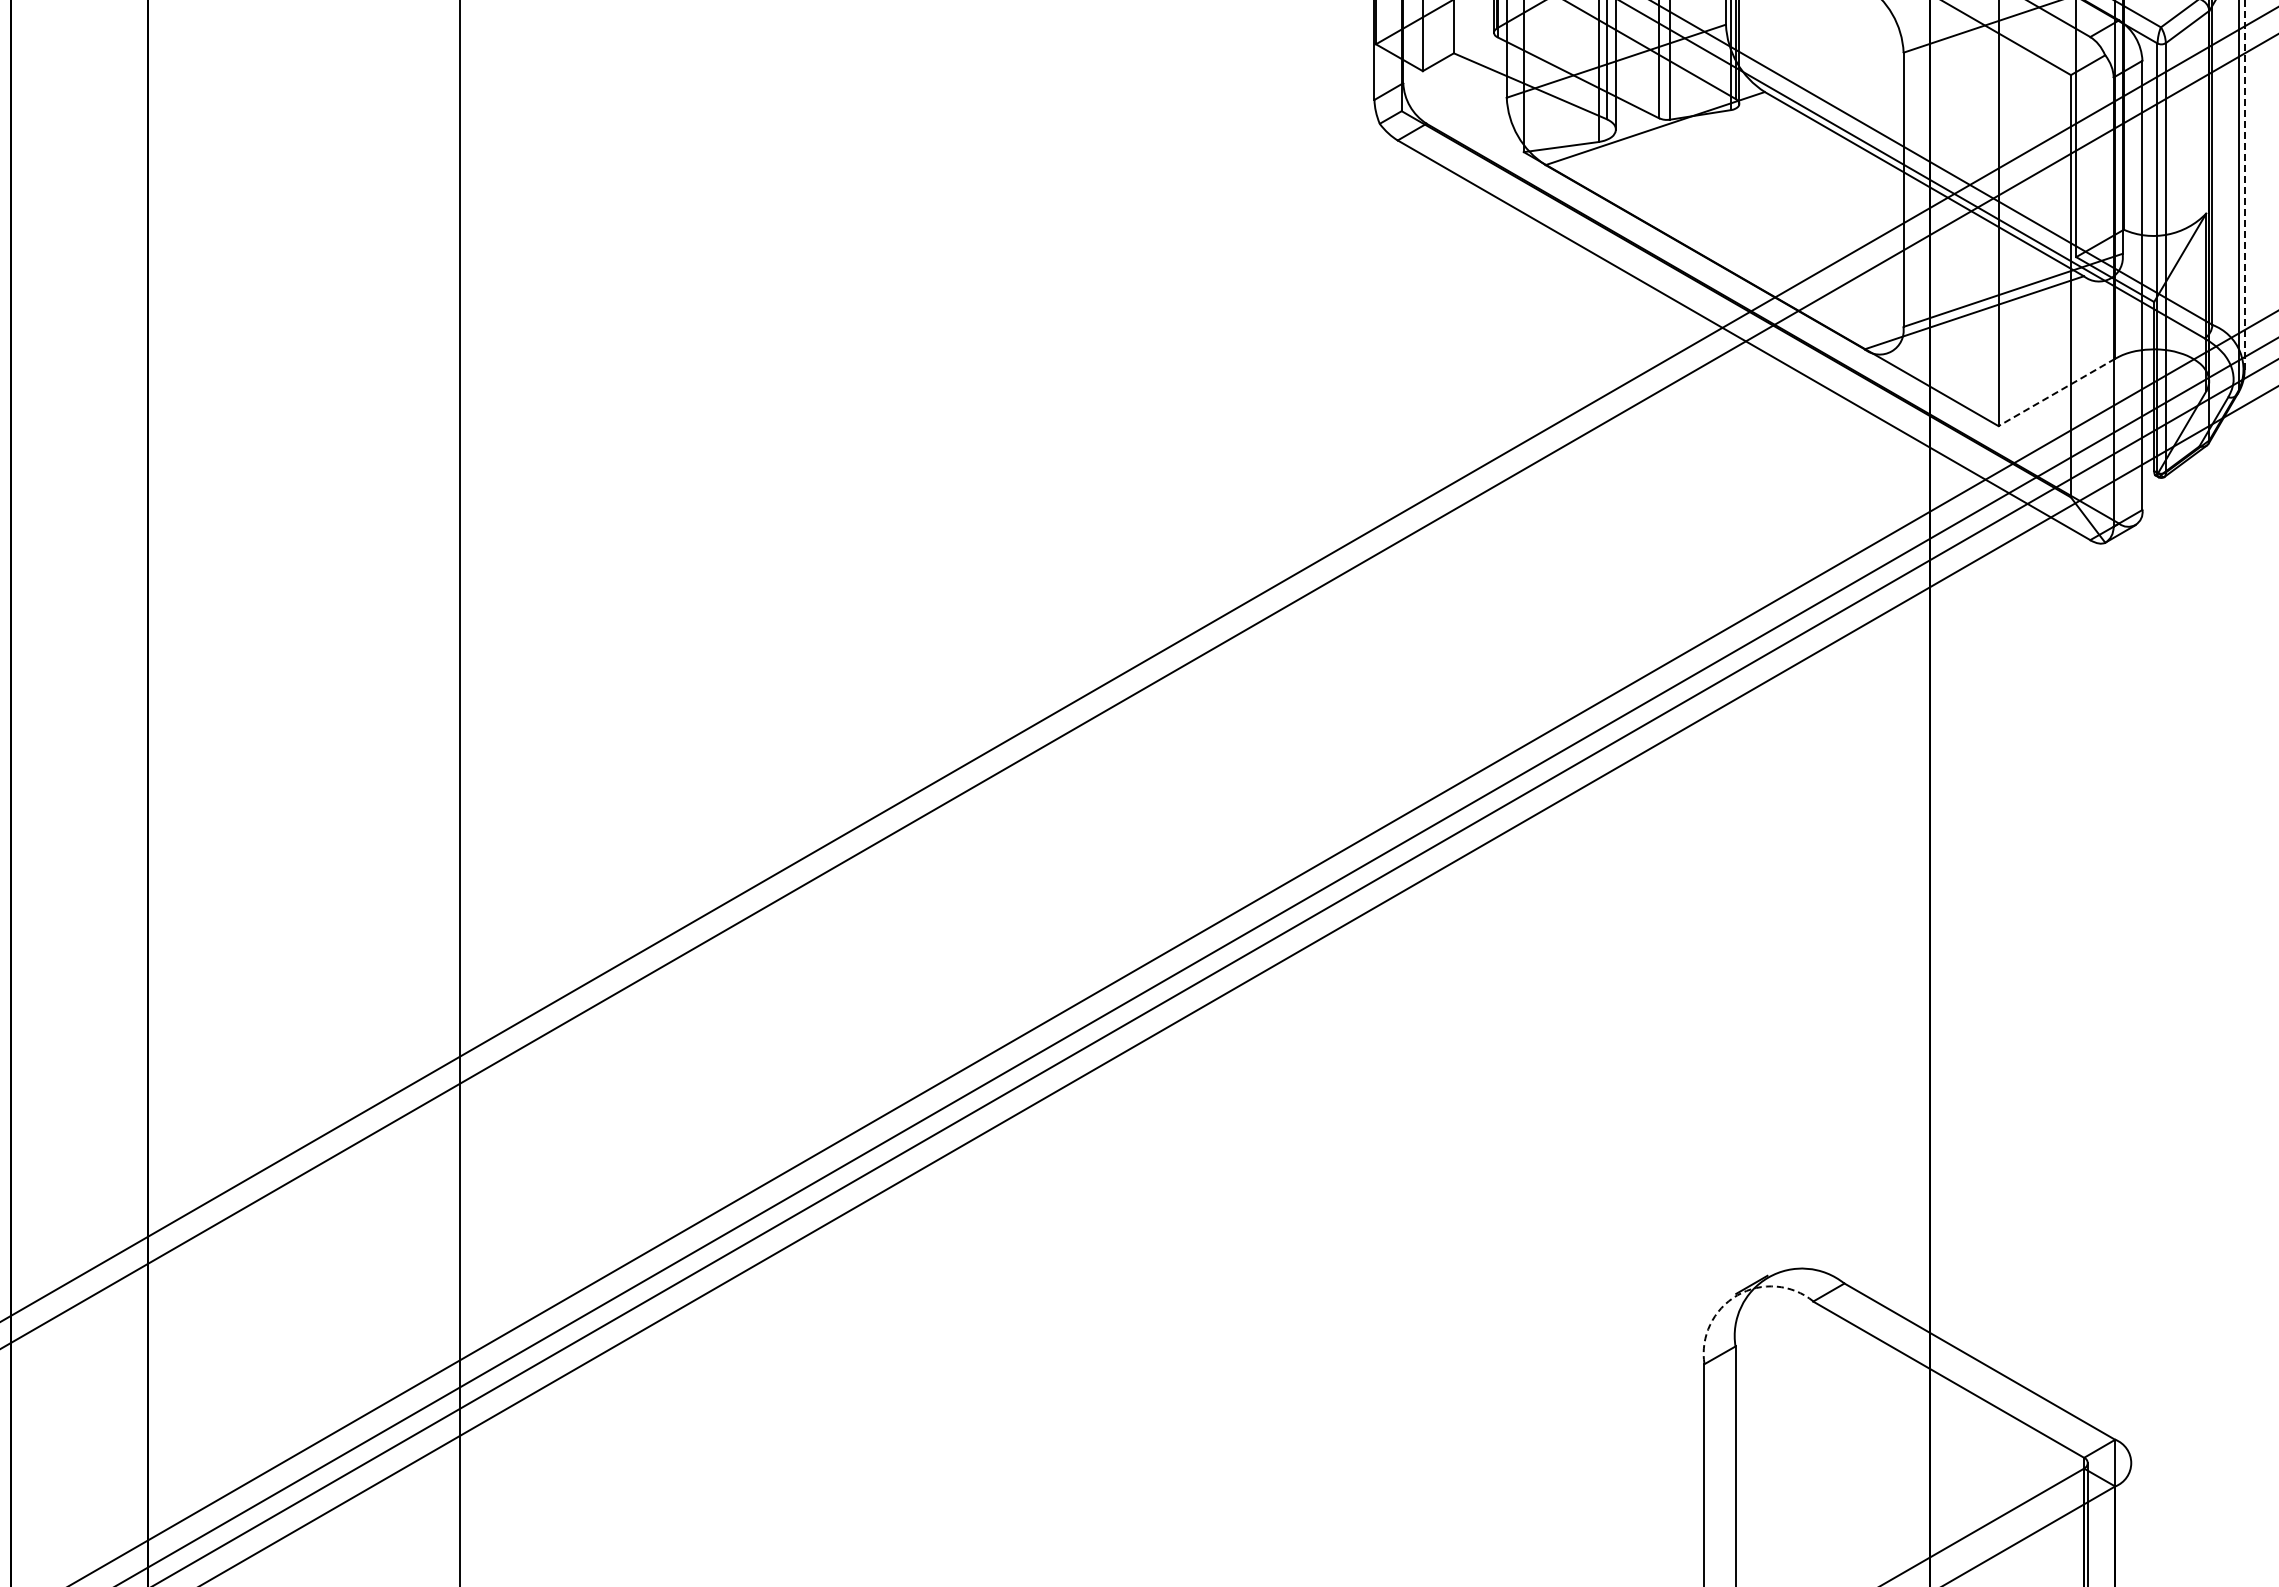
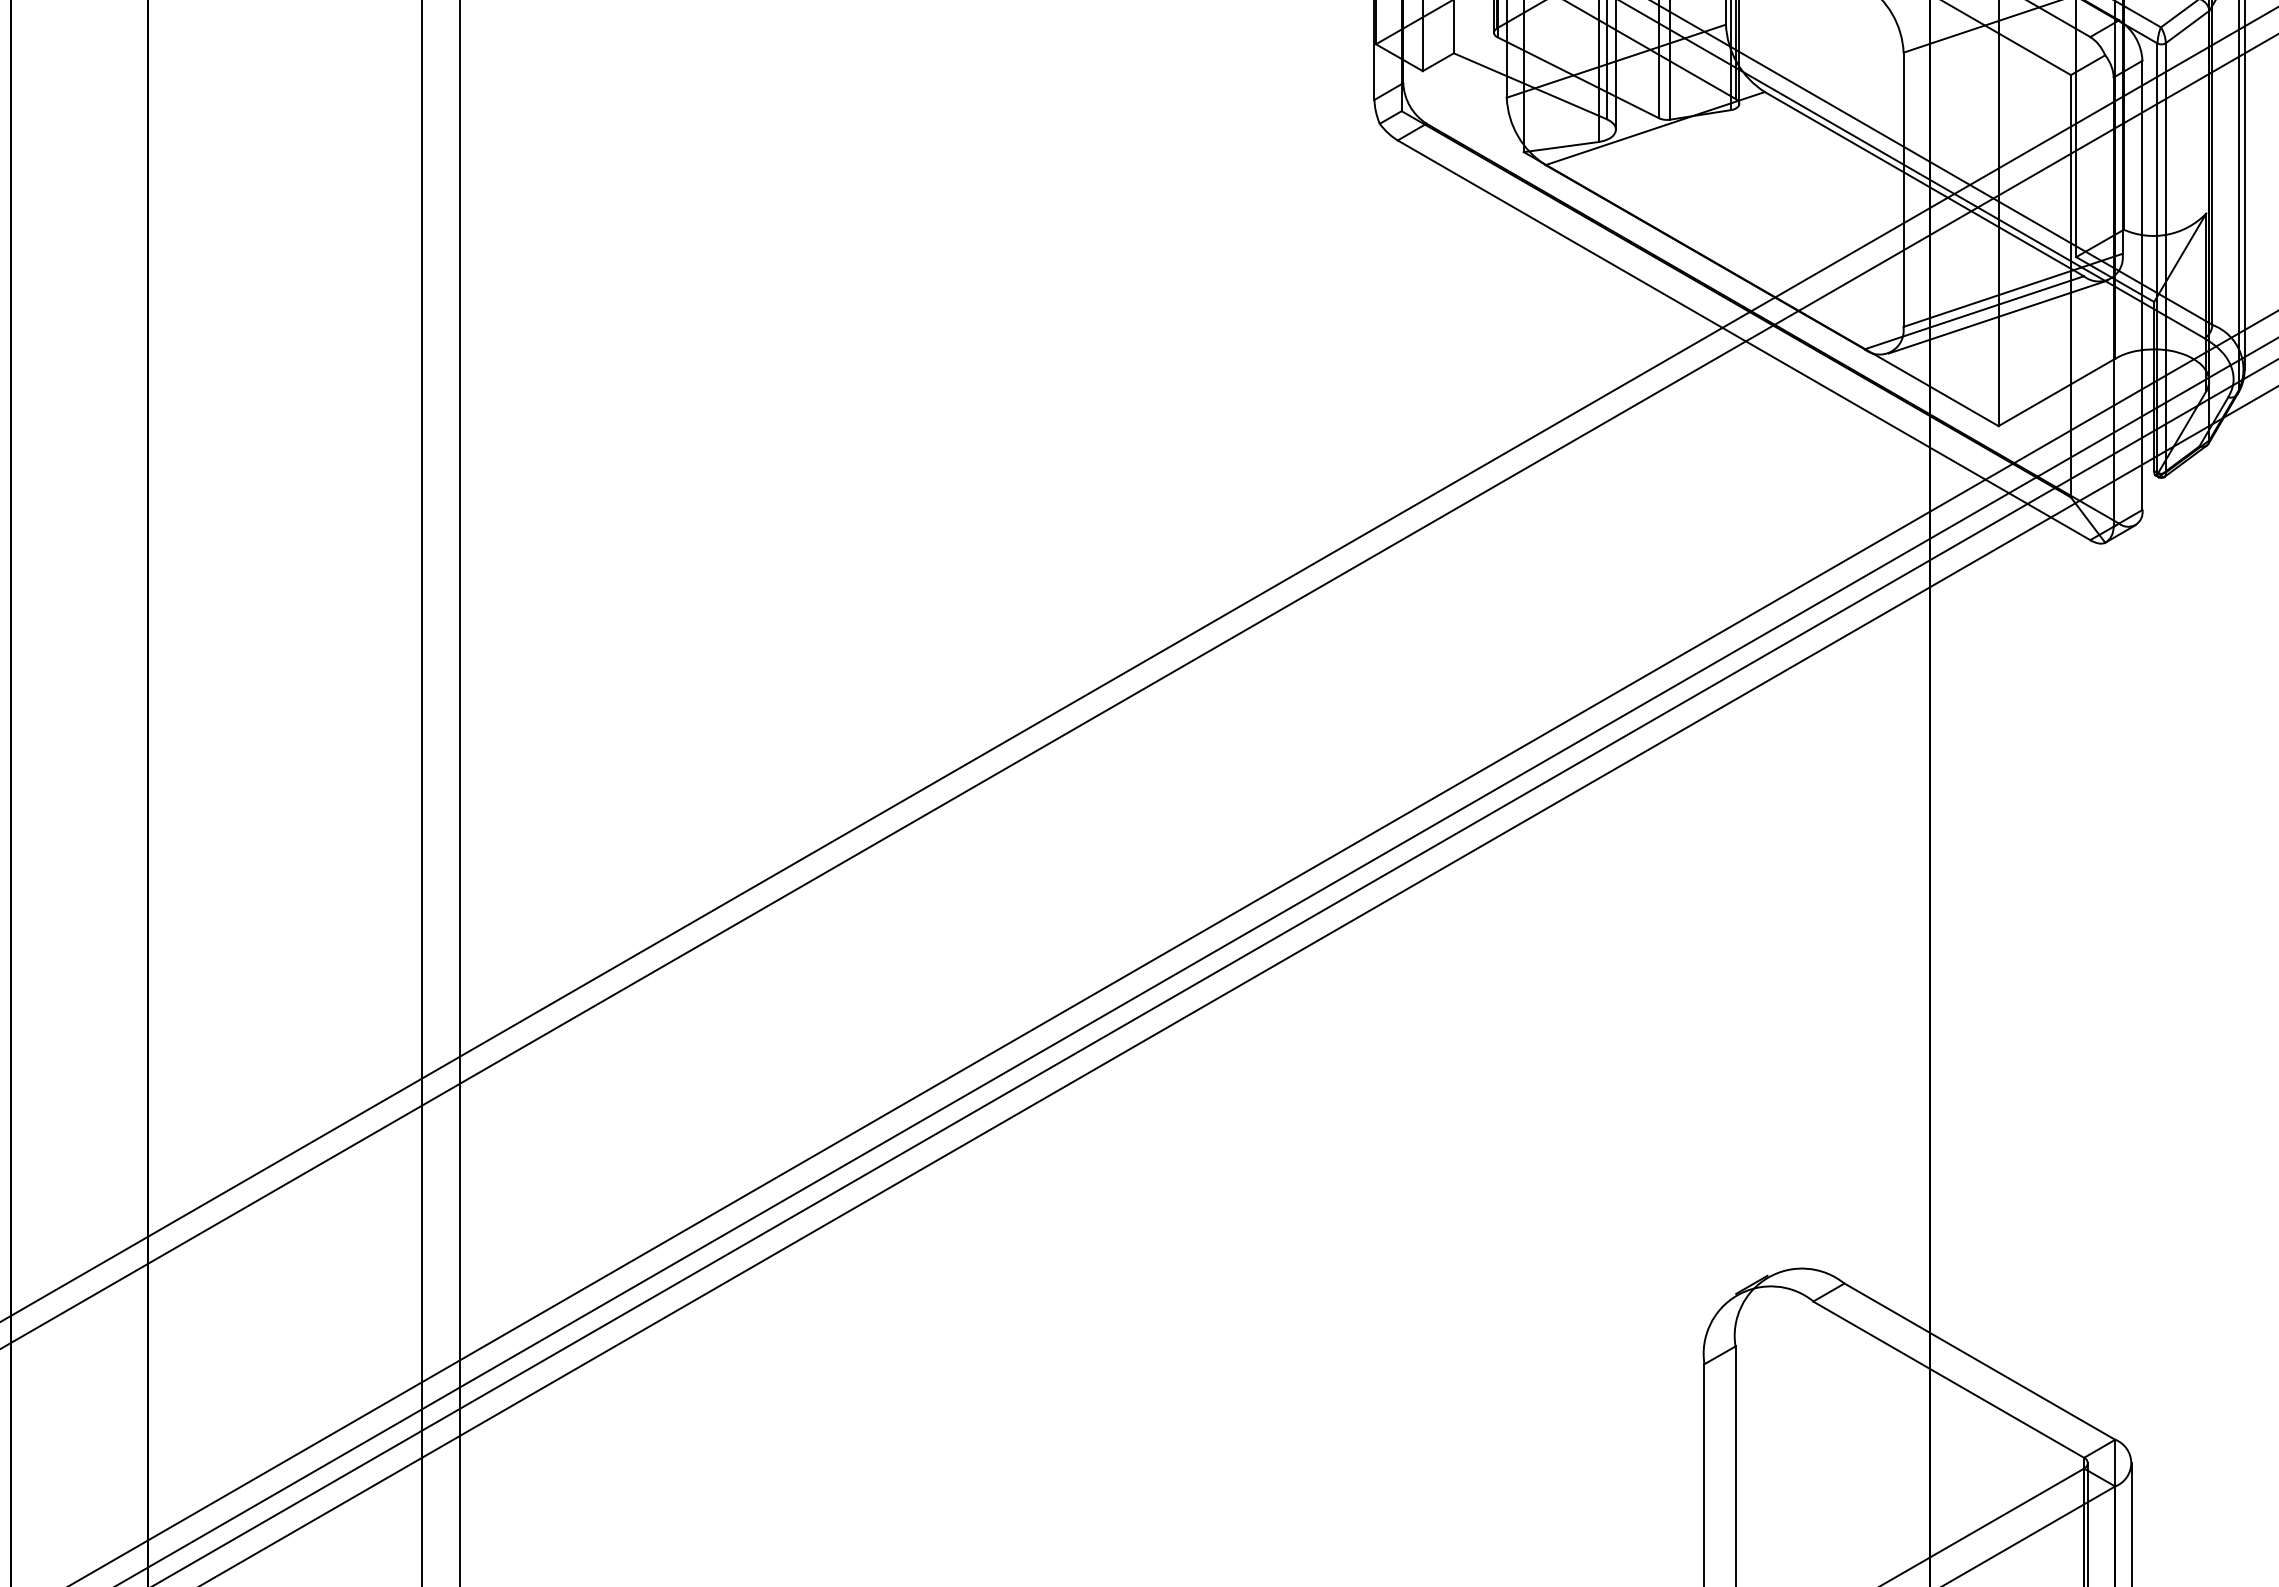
line at (2244, 185): dashed -> solid
line at (1997, 316): none -> present
line at (2056, 392): dashed -> solid
line at (422, 792): none -> present
arc at (1737, 1295): dashed -> solid
line at (2131, 1523): none -> present
